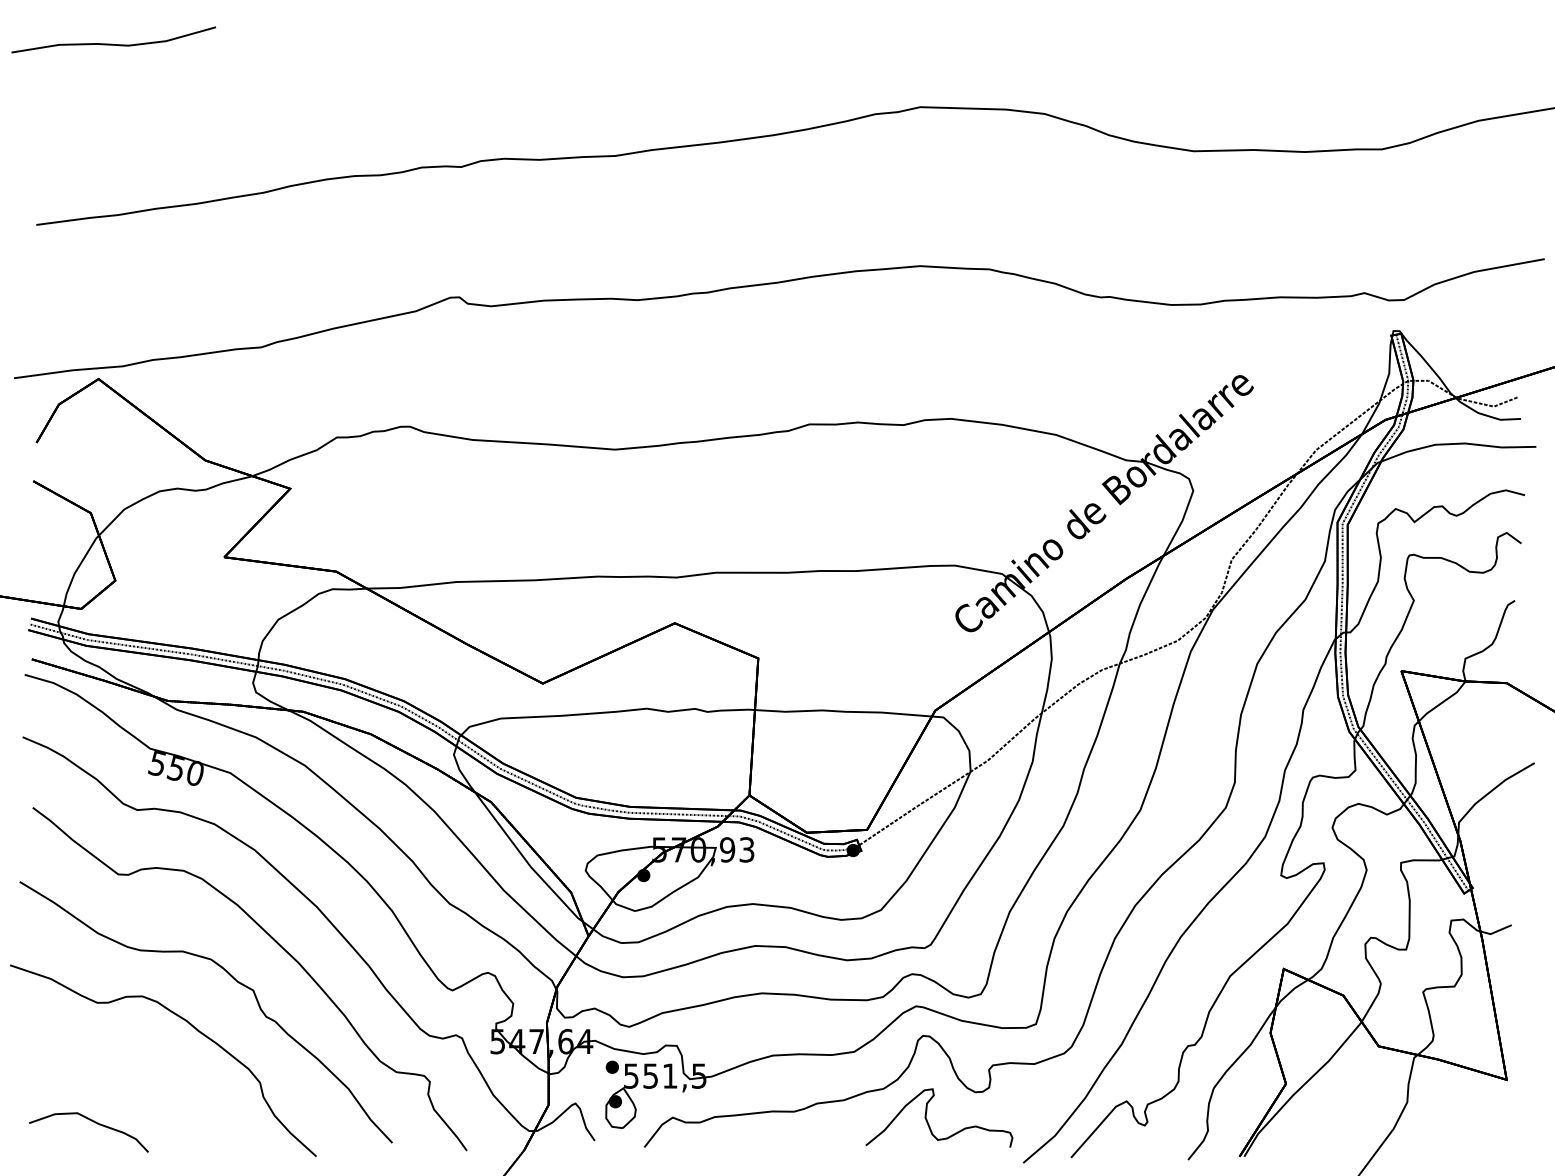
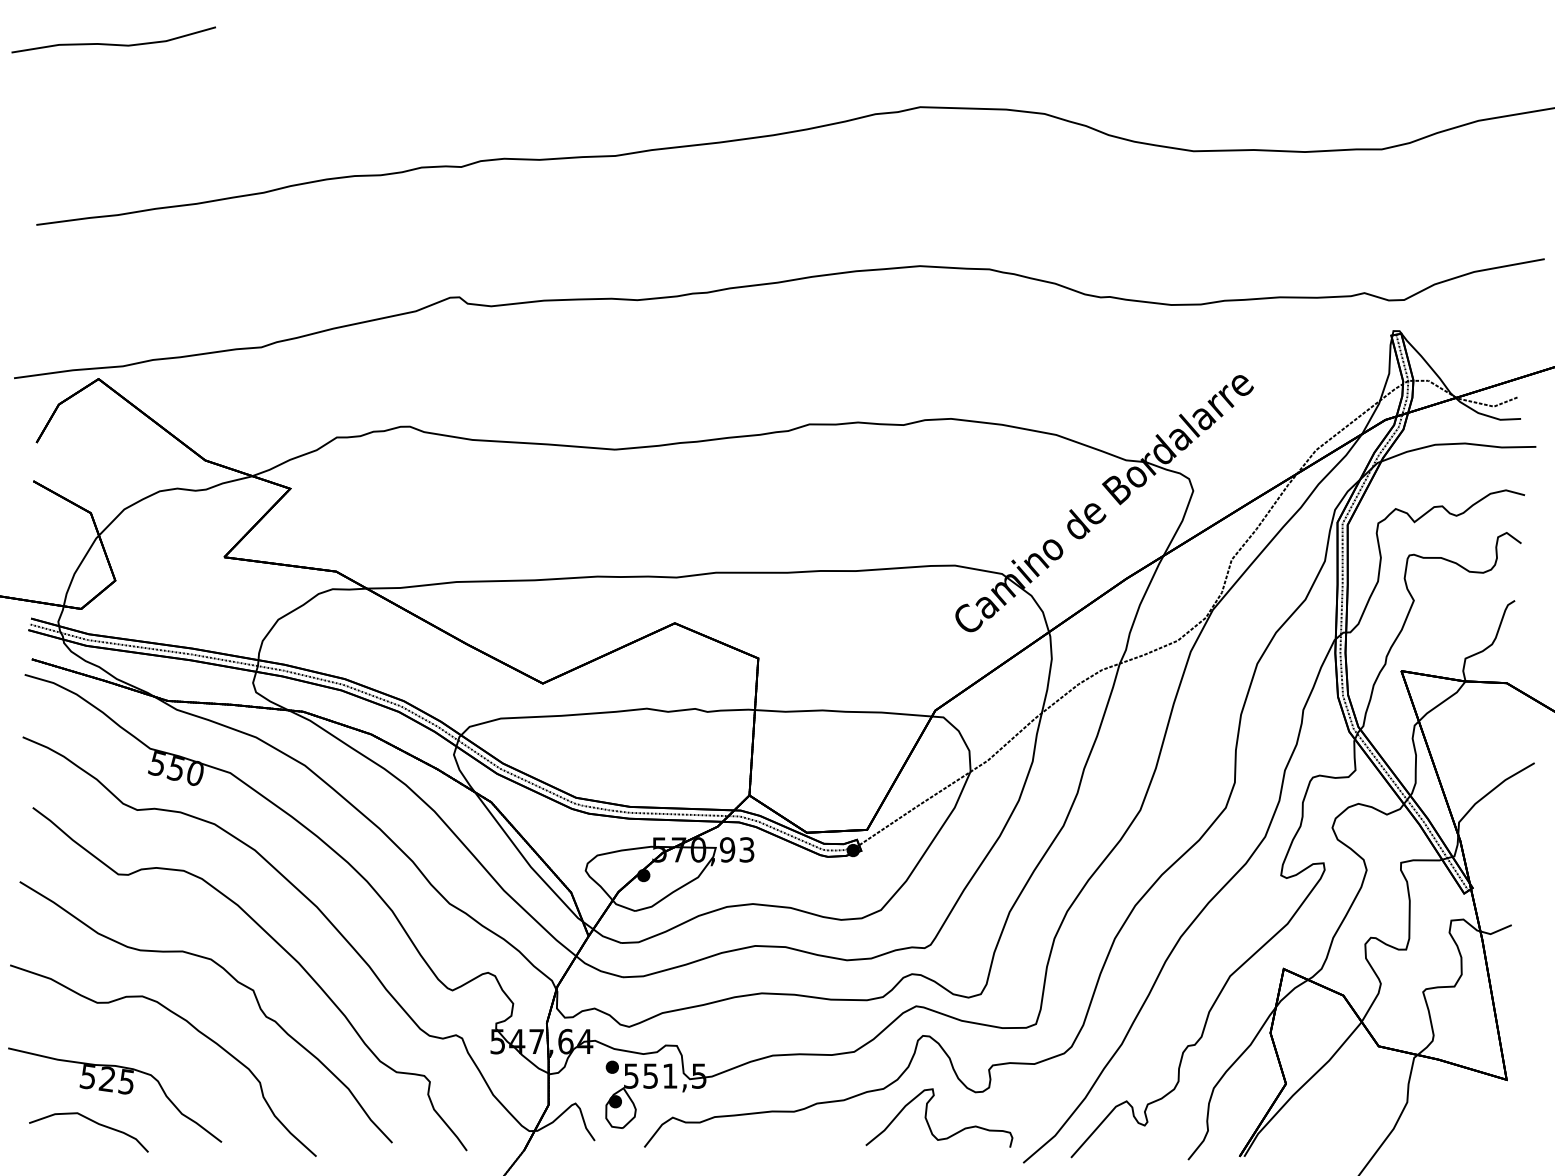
part at (115, 1094): none -> present
